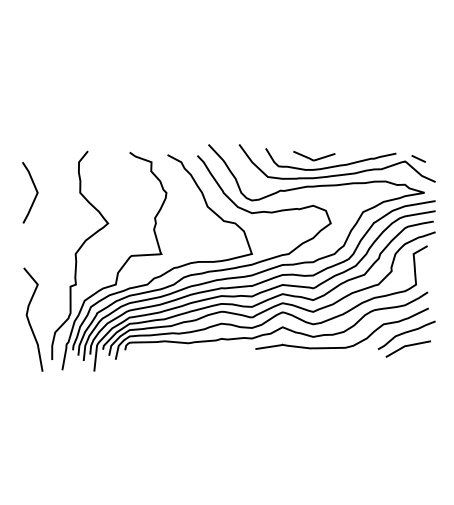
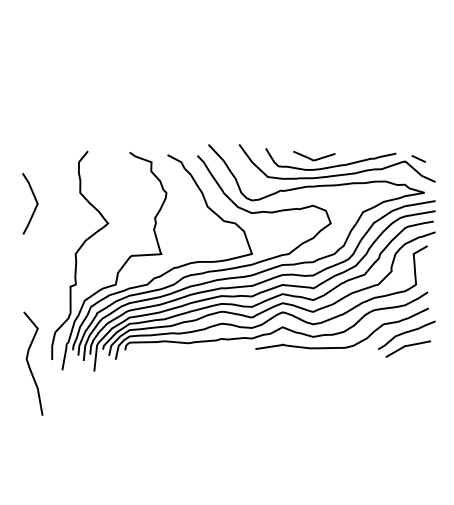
curve at (35, 190) position: (35, 190) -> (35, 201)
curve at (29, 319) position: (29, 319) -> (29, 363)
